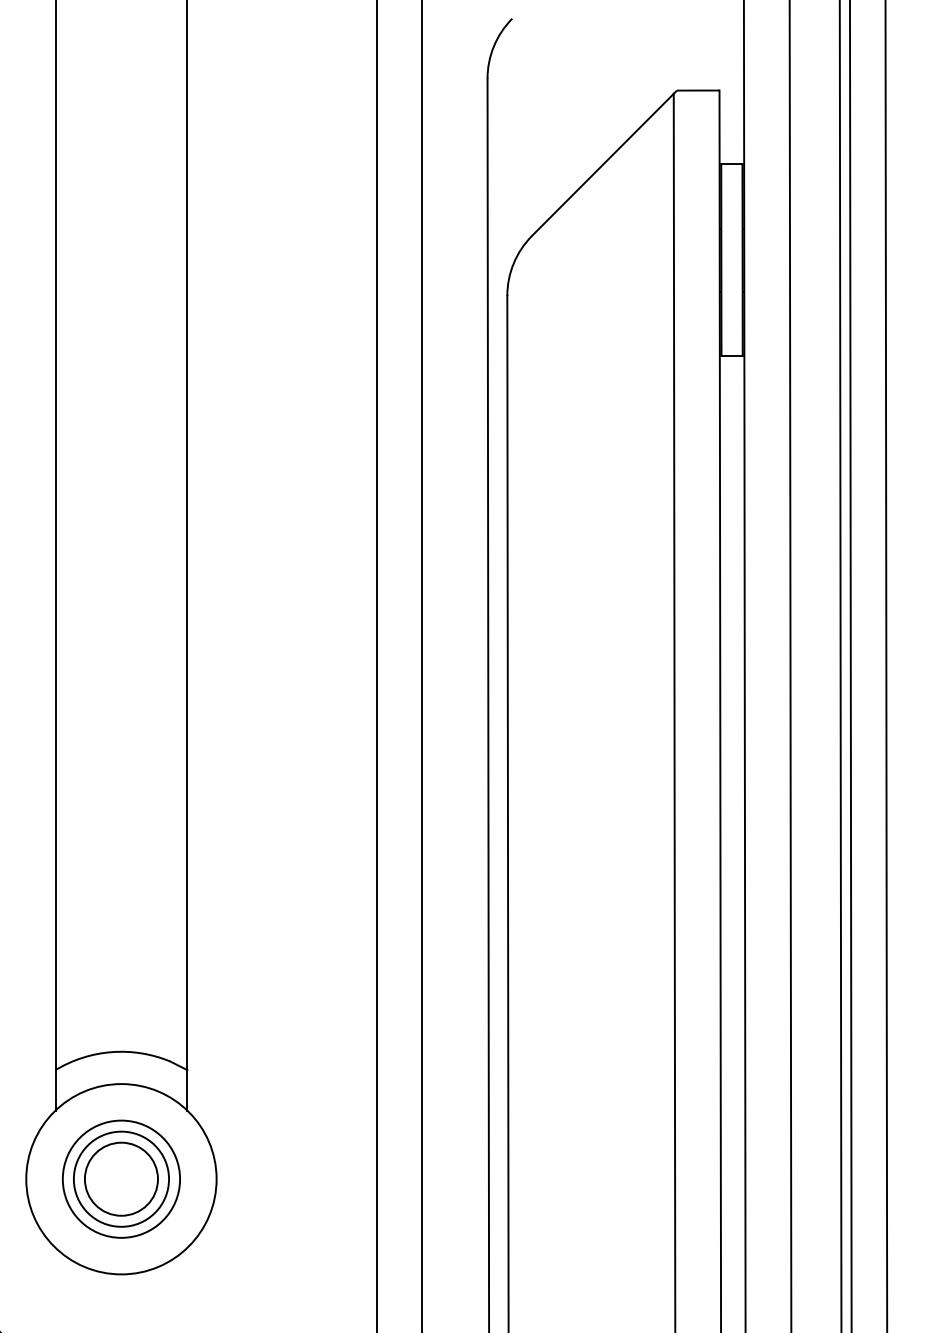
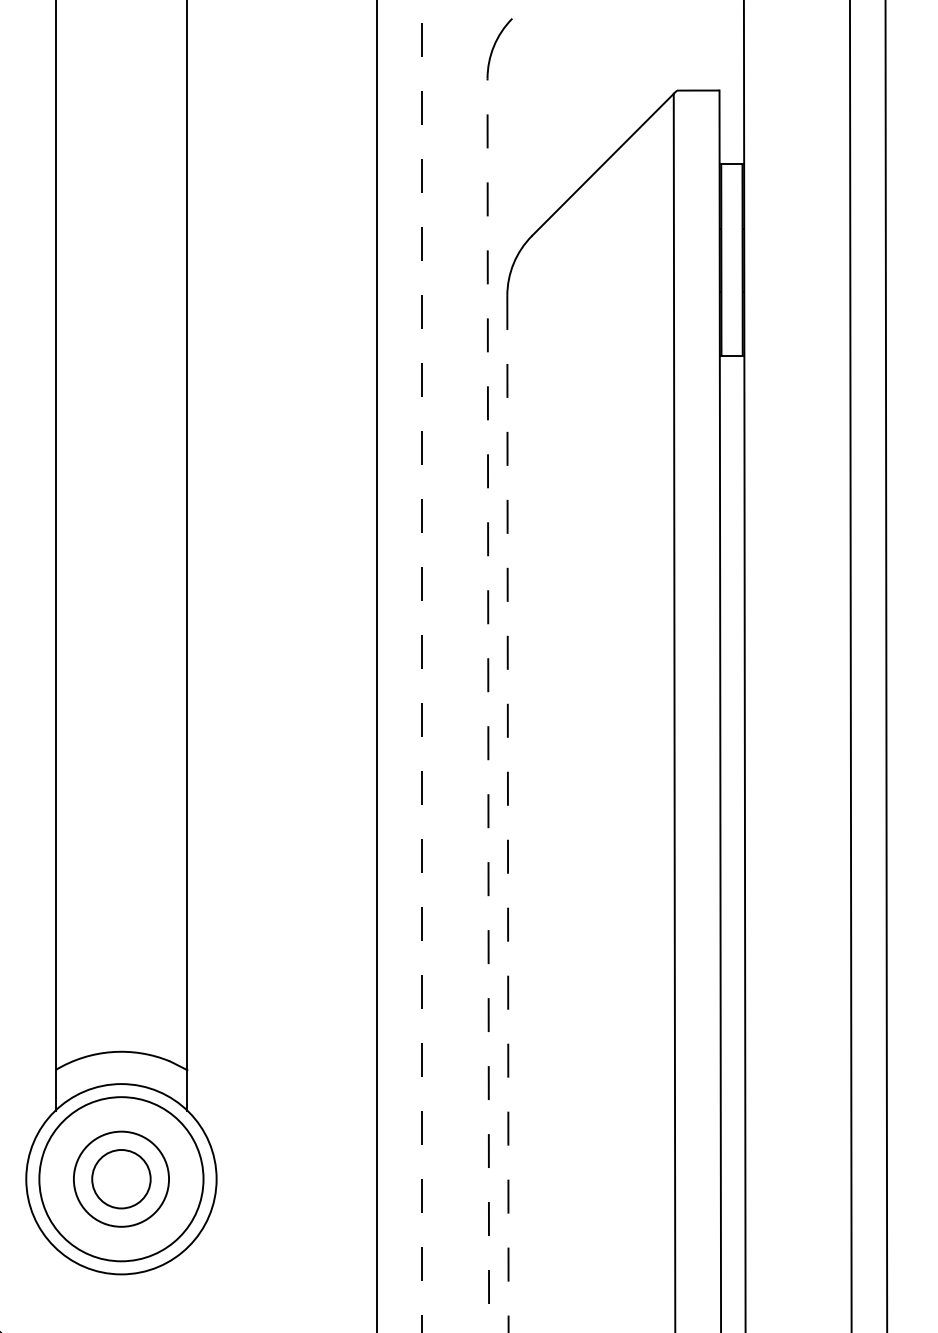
line at (790, 665): present -> none
line at (840, 665): present -> none
line at (422, 666): solid -> dashed
line at (488, 705): solid -> dashed
line at (507, 814): solid -> dashed
circle at (120, 1178) diameter: 73 px -> 58 px
circle at (121, 1178) diameter: 117 px -> 164 px
